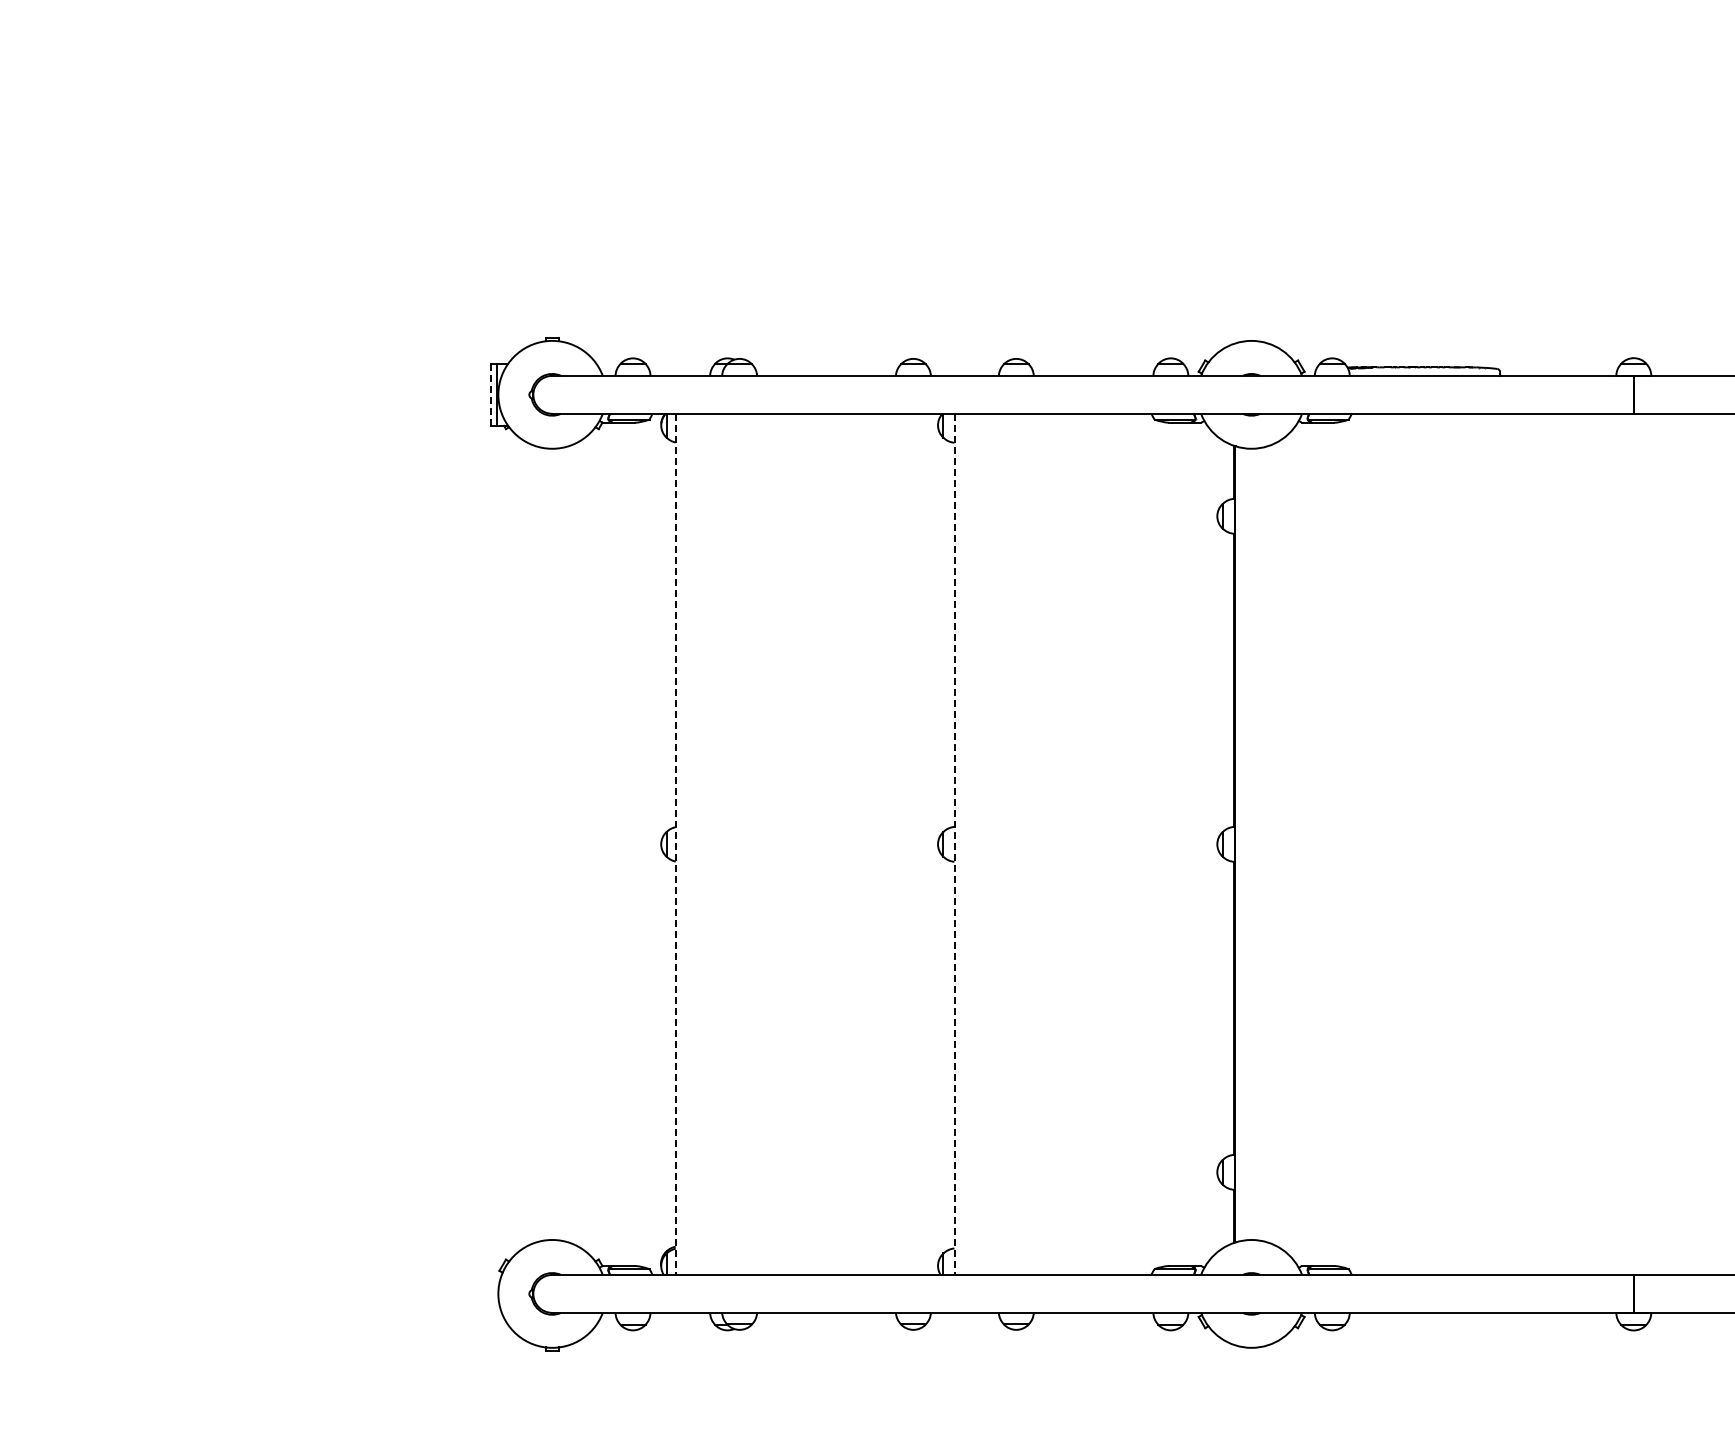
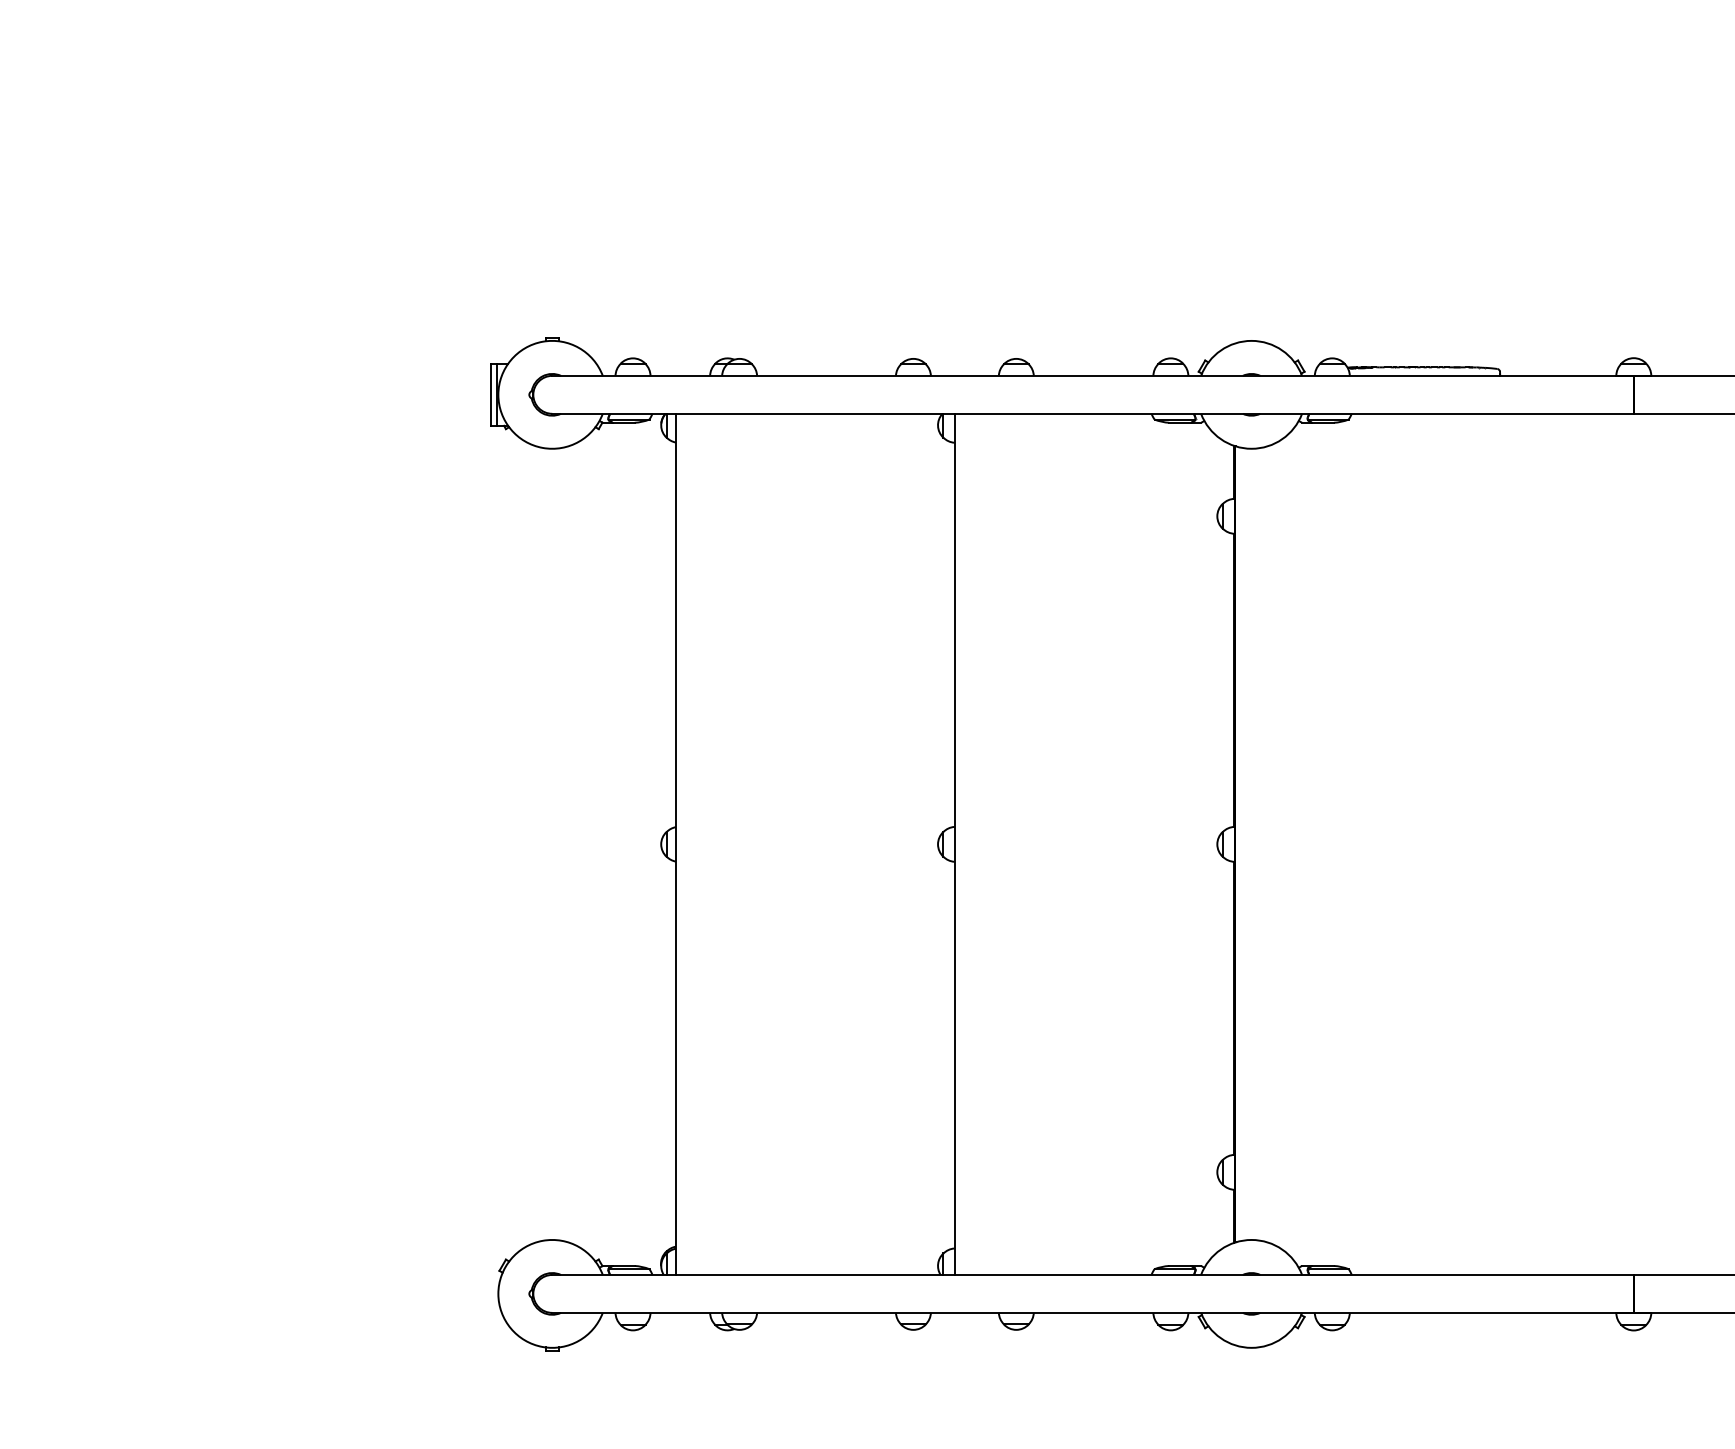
line at (490, 394): dashed -> solid
line at (675, 844): dashed -> solid
line at (954, 844): dashed -> solid
